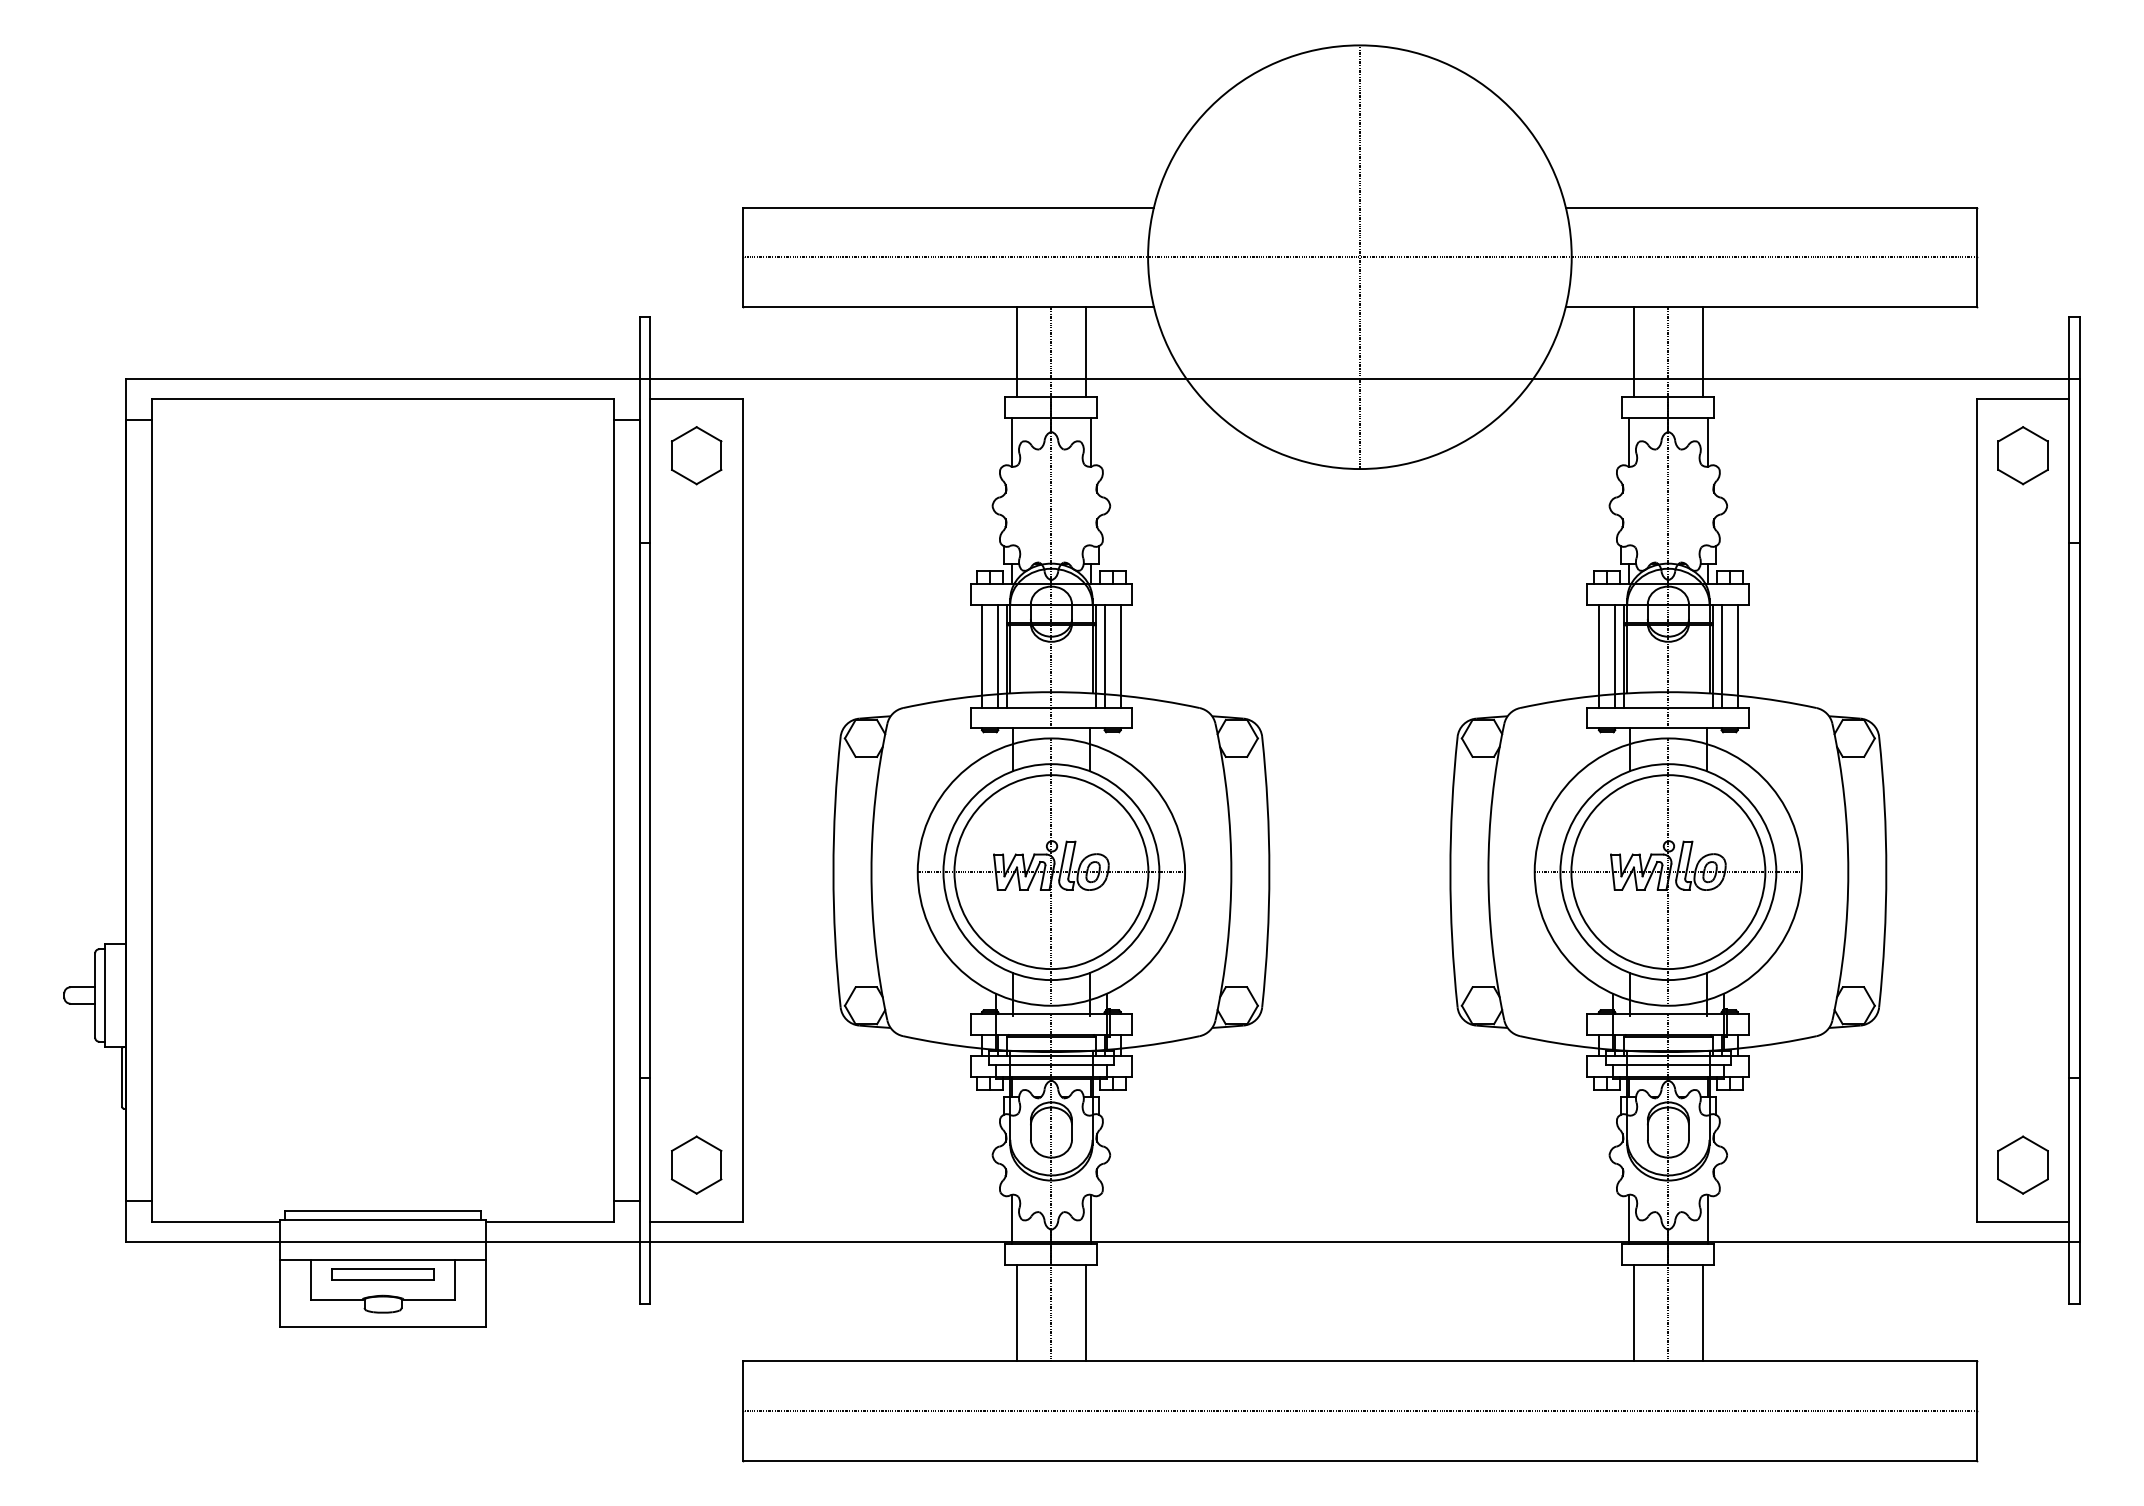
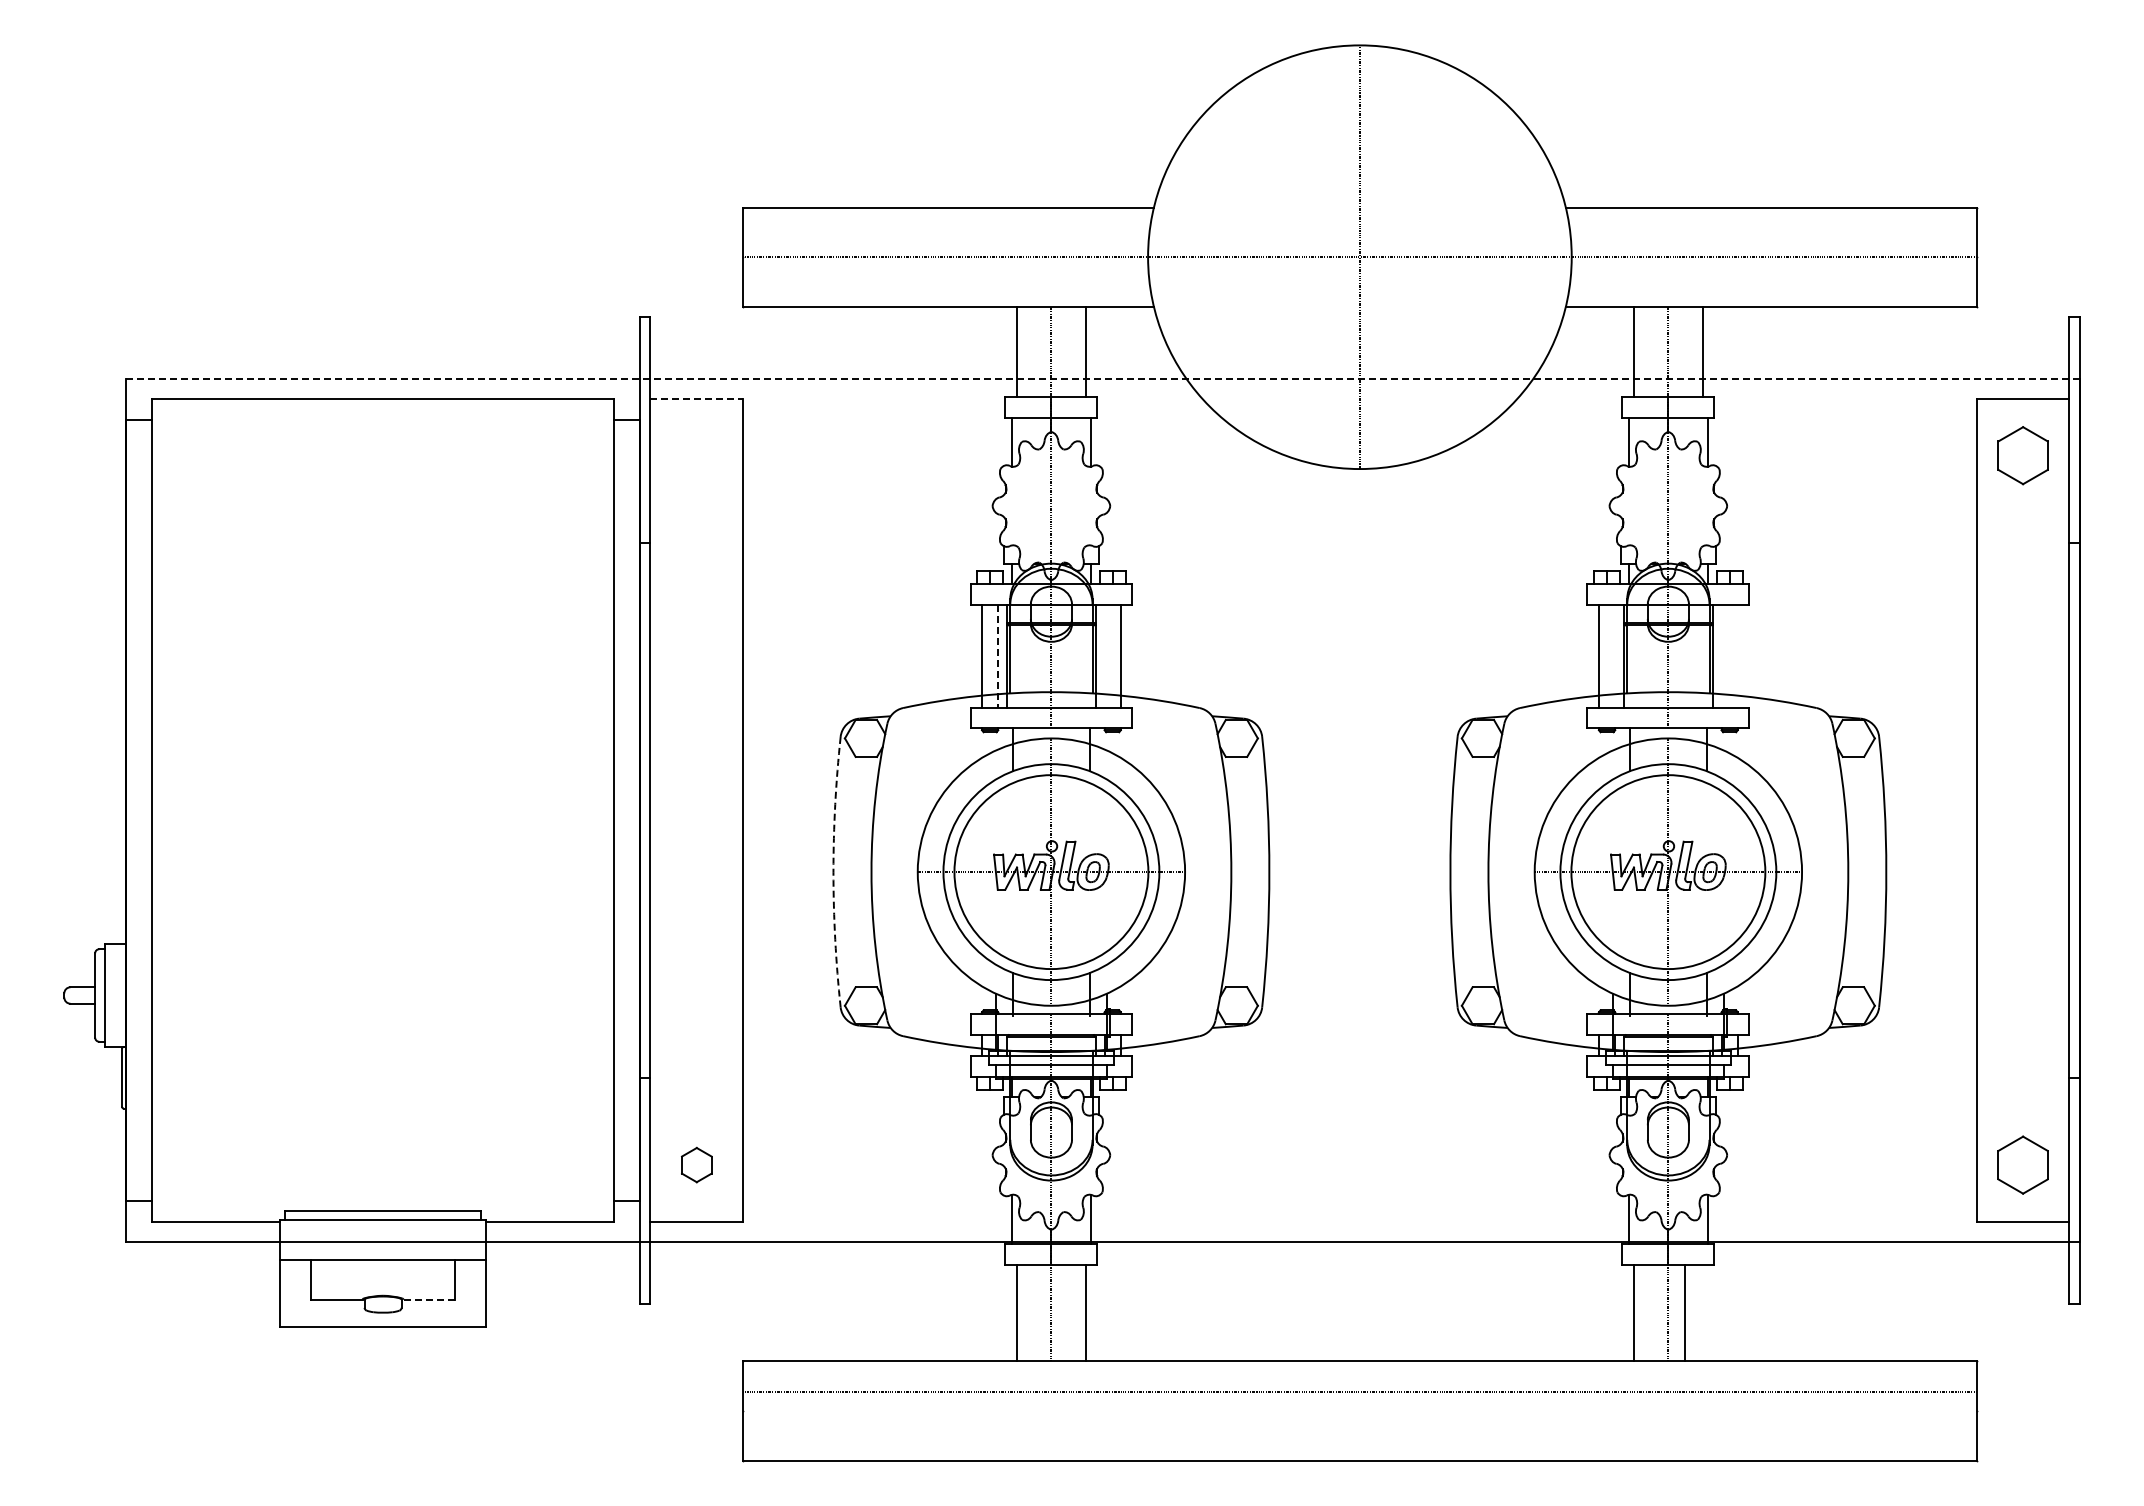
line at (1102, 378): solid -> dashed
line at (697, 399): solid -> dashed
part at (696, 455): present -> none
line at (1104, 655): present -> none
line at (1615, 655): present -> none
line at (1721, 655): present -> none
line at (1737, 655): present -> none
line at (998, 656): solid -> dashed
arc at (833, 872): solid -> dashed
part at (696, 1164) size: 52x60 px -> 32x38 px
part at (382, 1274): present -> none
line at (429, 1299): solid -> dashed
line at (1703, 1312) position: (1703, 1312) -> (1685, 1312)
line at (1359, 1410) position: (1359, 1410) -> (1359, 1391)
